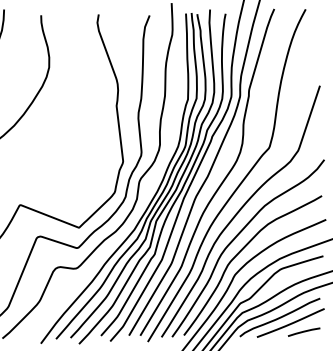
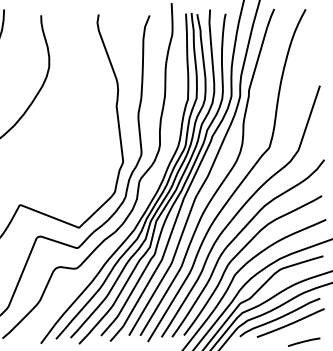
line at (303, 331) position: (303, 331) -> (303, 341)
